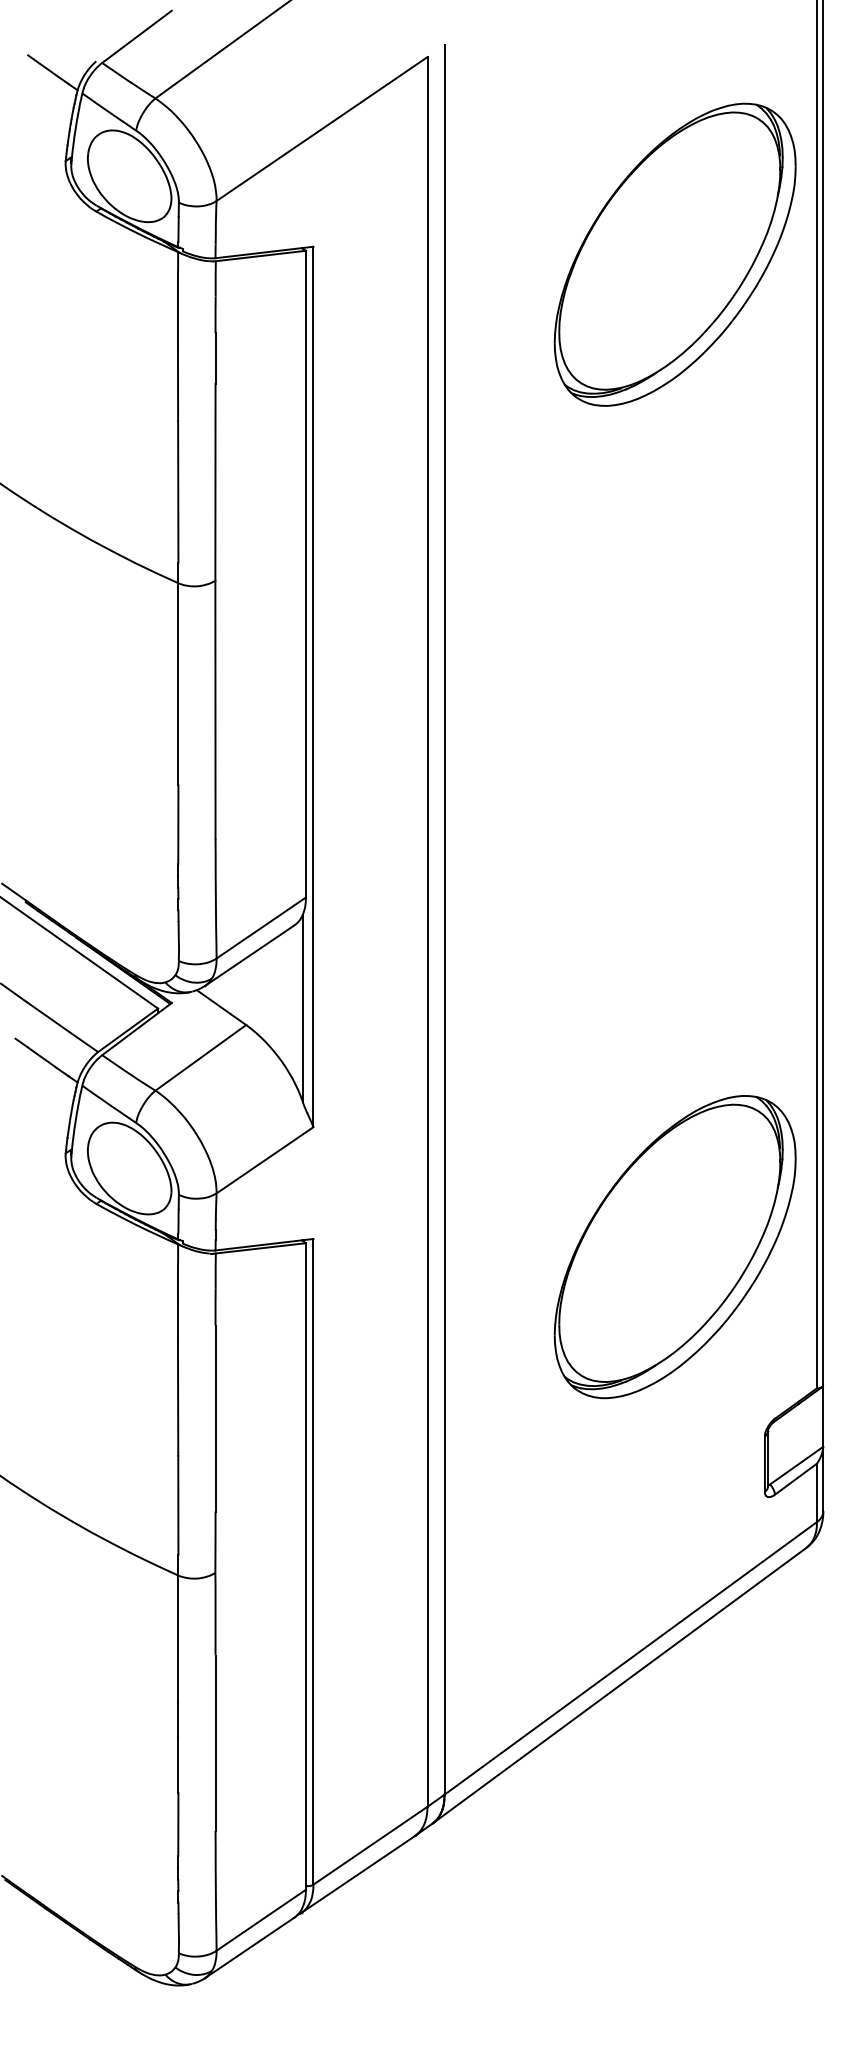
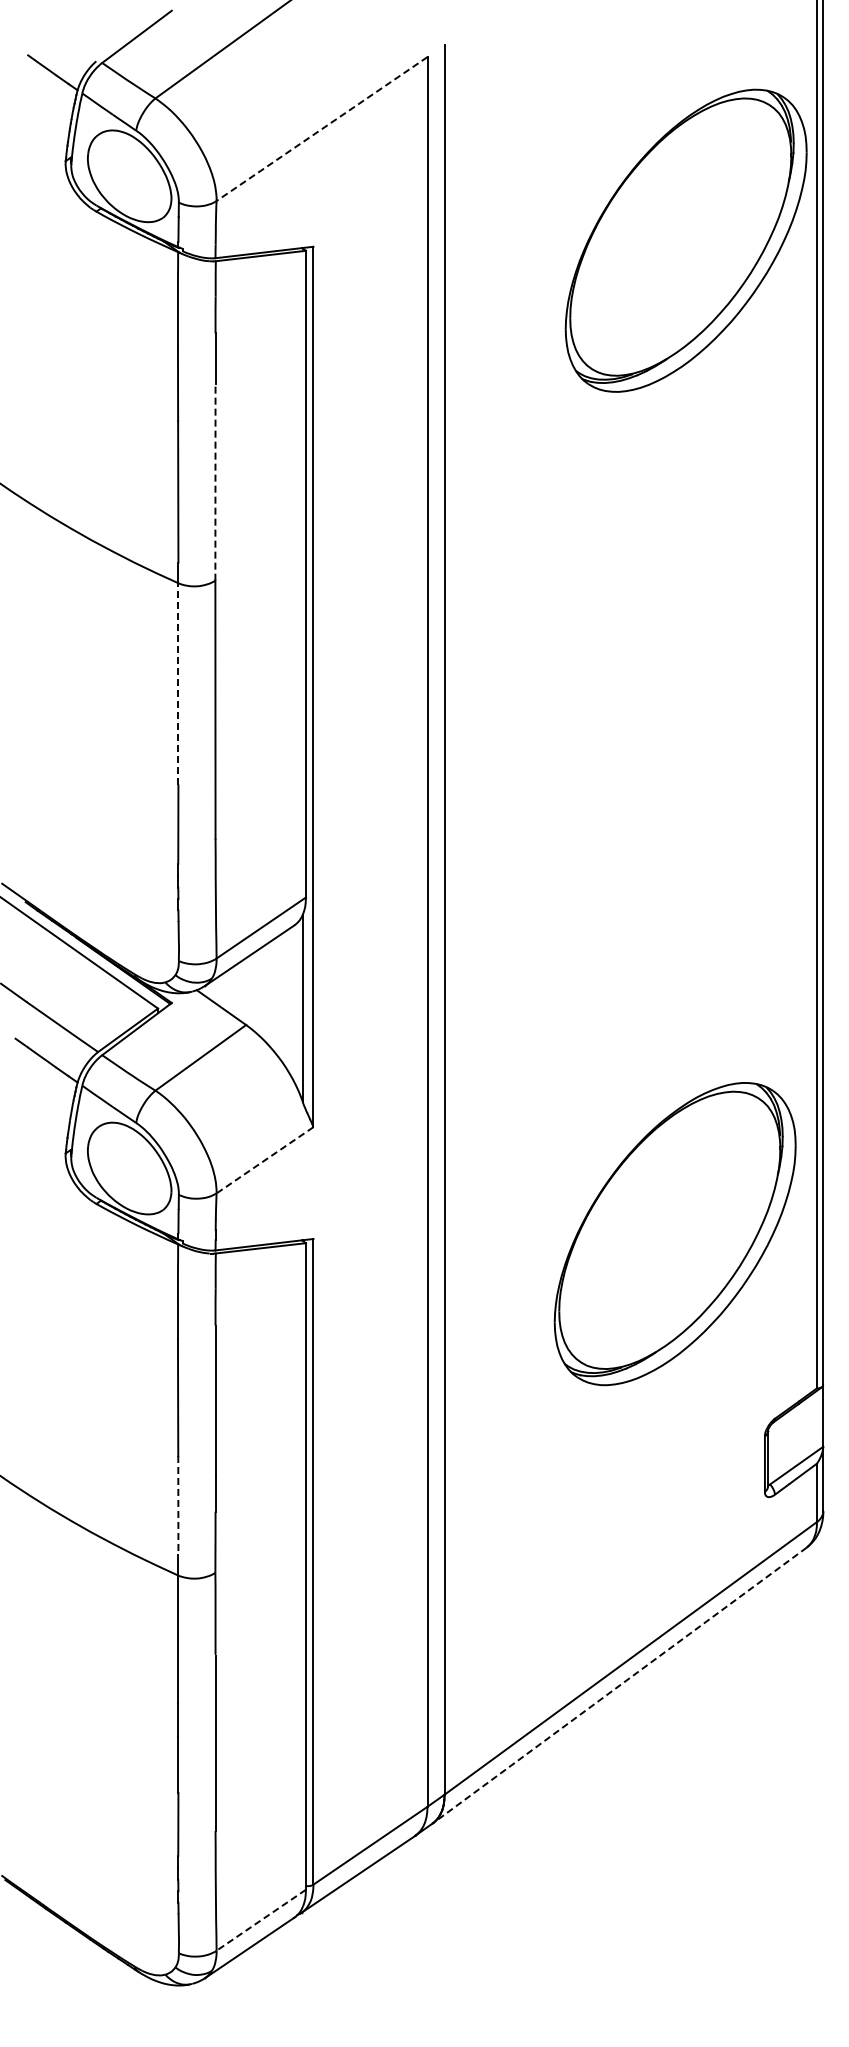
line at (322, 129): solid -> dashed
part at (674, 254) position: (674, 254) -> (685, 240)
line at (215, 481): solid -> dashed
line at (178, 683): solid -> dashed
line at (265, 1160): solid -> dashed
part at (674, 1247) position: (674, 1247) -> (674, 1234)
line at (178, 1505): solid -> dashed
line at (619, 1685): solid -> dashed
line at (260, 1920): solid -> dashed
